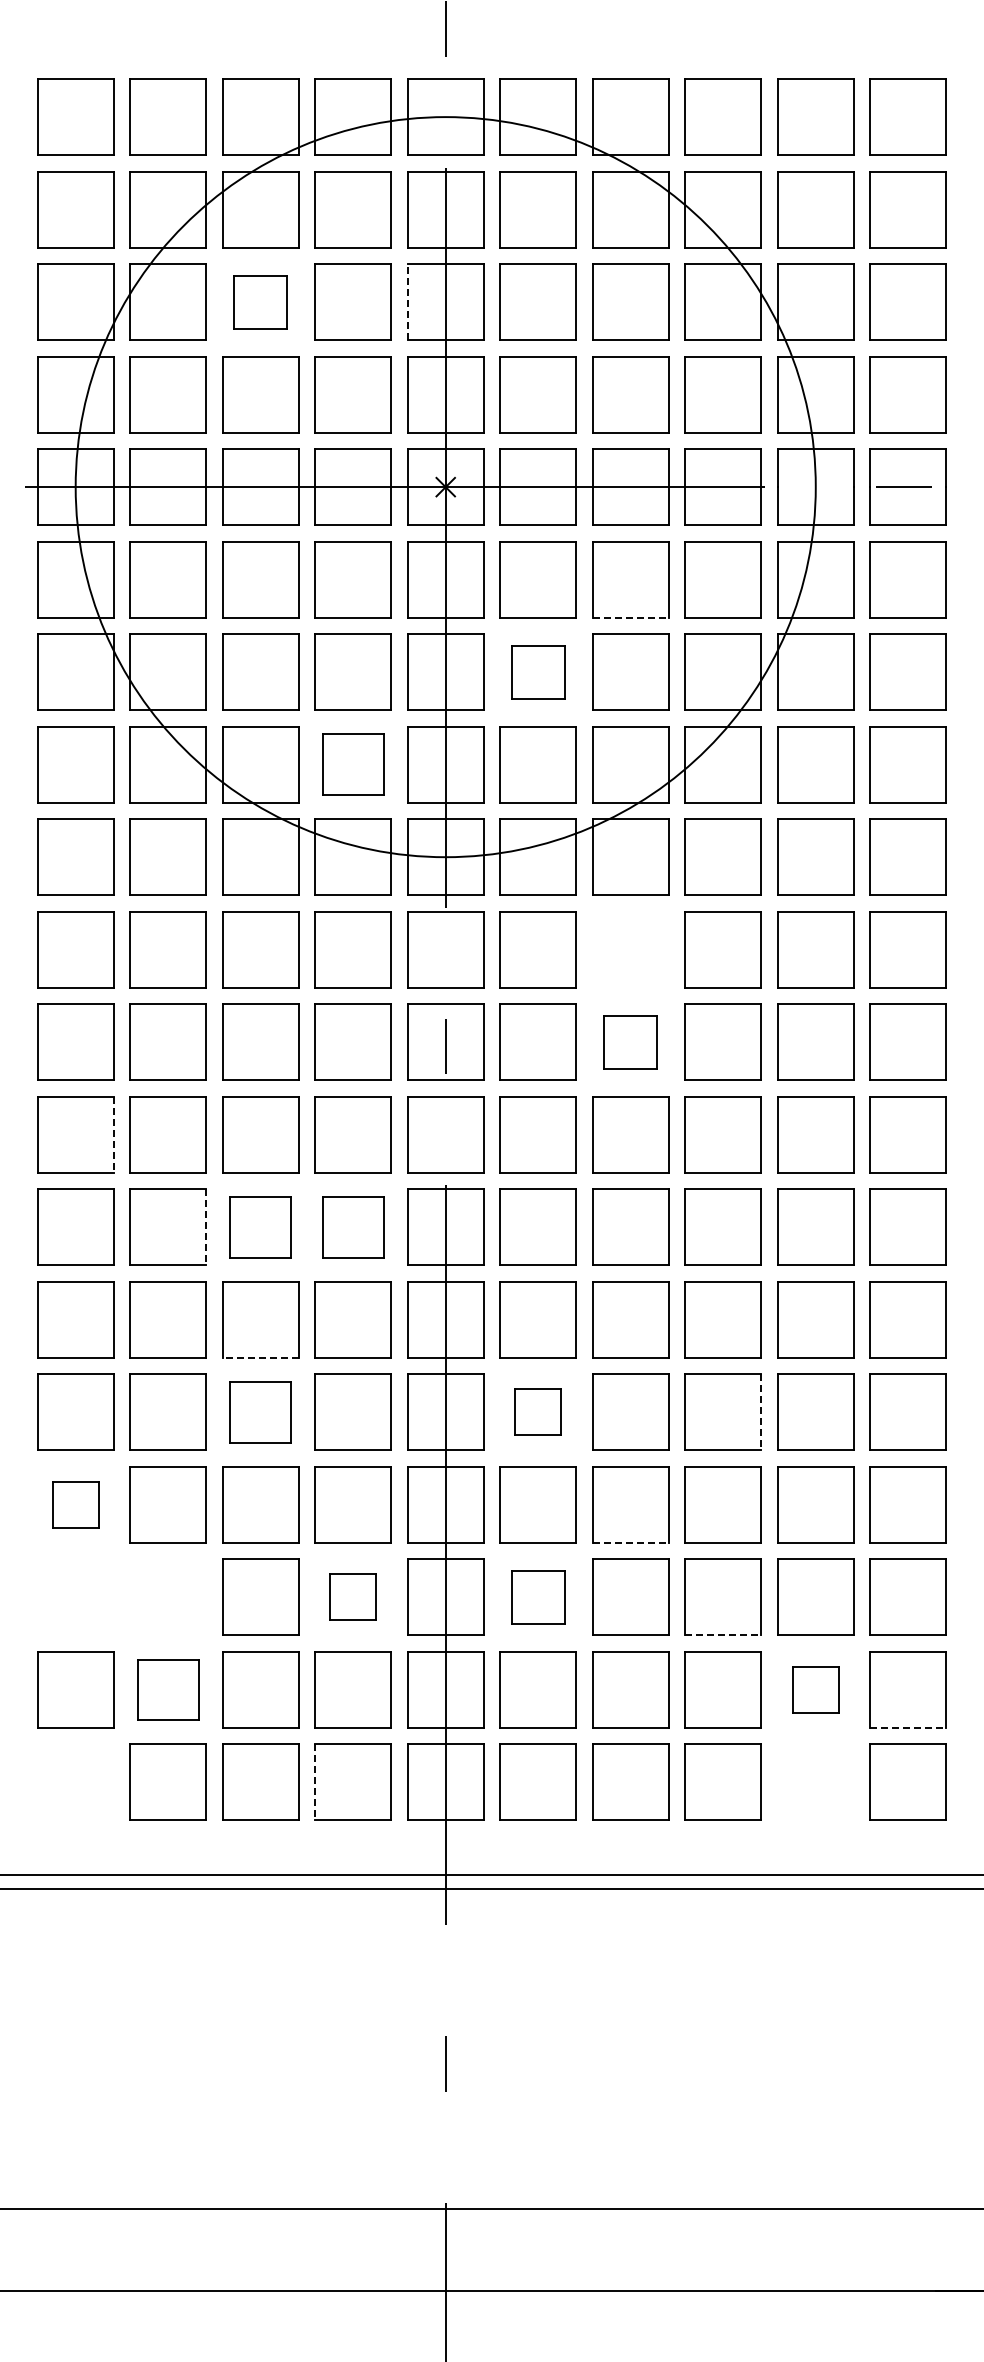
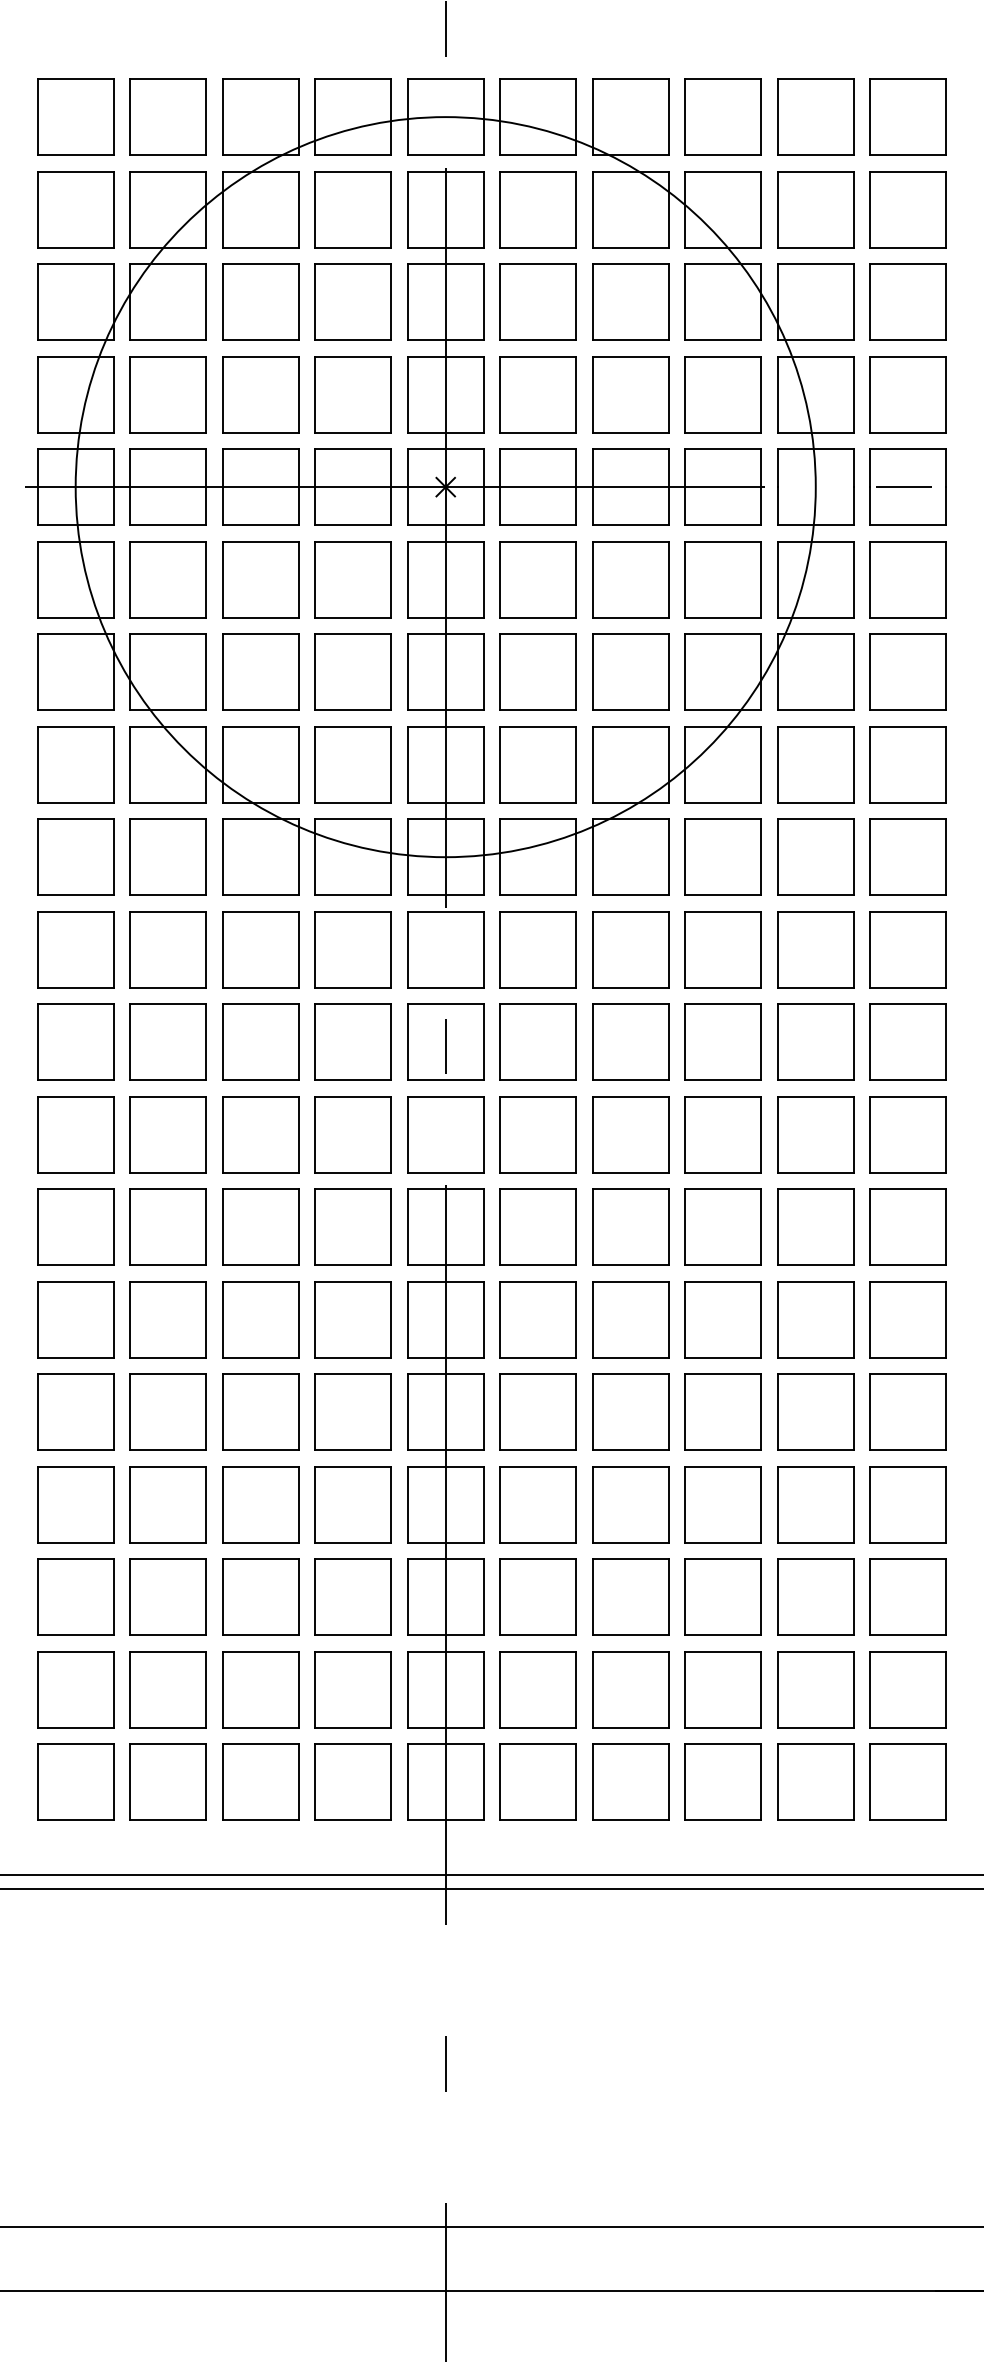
part at (260, 302) size: 55x55 px -> 78x78 px
line at (407, 302): dashed -> solid
line at (630, 617): dashed -> solid
part at (538, 672) size: 55x55 px -> 78x78 px
part at (353, 764) size: 63x63 px -> 78x78 px
part at (630, 949): none -> present
part at (630, 1042) size: 55x55 px -> 78x78 px
line at (113, 1134): dashed -> solid
line at (206, 1227): dashed -> solid
part at (260, 1227) size: 63x63 px -> 78x78 px
part at (353, 1227) size: 63x63 px -> 78x78 px
line at (260, 1357): dashed -> solid
part at (537, 1411) size: 48x48 px -> 78x78 px
part at (260, 1412) size: 63x63 px -> 78x78 px
line at (761, 1412): dashed -> solid
part at (75, 1504) size: 48x48 px -> 78x78 px
line at (630, 1542): dashed -> solid
part at (75, 1596): none -> present
part at (167, 1596): none -> present
part at (352, 1596) size: 48x48 px -> 78x78 px
part at (538, 1597) size: 55x55 px -> 78x78 px
line at (723, 1635): dashed -> solid
part at (168, 1689) size: 63x62 px -> 78x78 px
part at (815, 1689) size: 48x48 px -> 78x78 px
line at (908, 1727): dashed -> solid
part at (75, 1781): none -> present
part at (815, 1781): none -> present
line at (315, 1782): dashed -> solid
line at (491, 2209) position: (491, 2209) -> (491, 2227)
